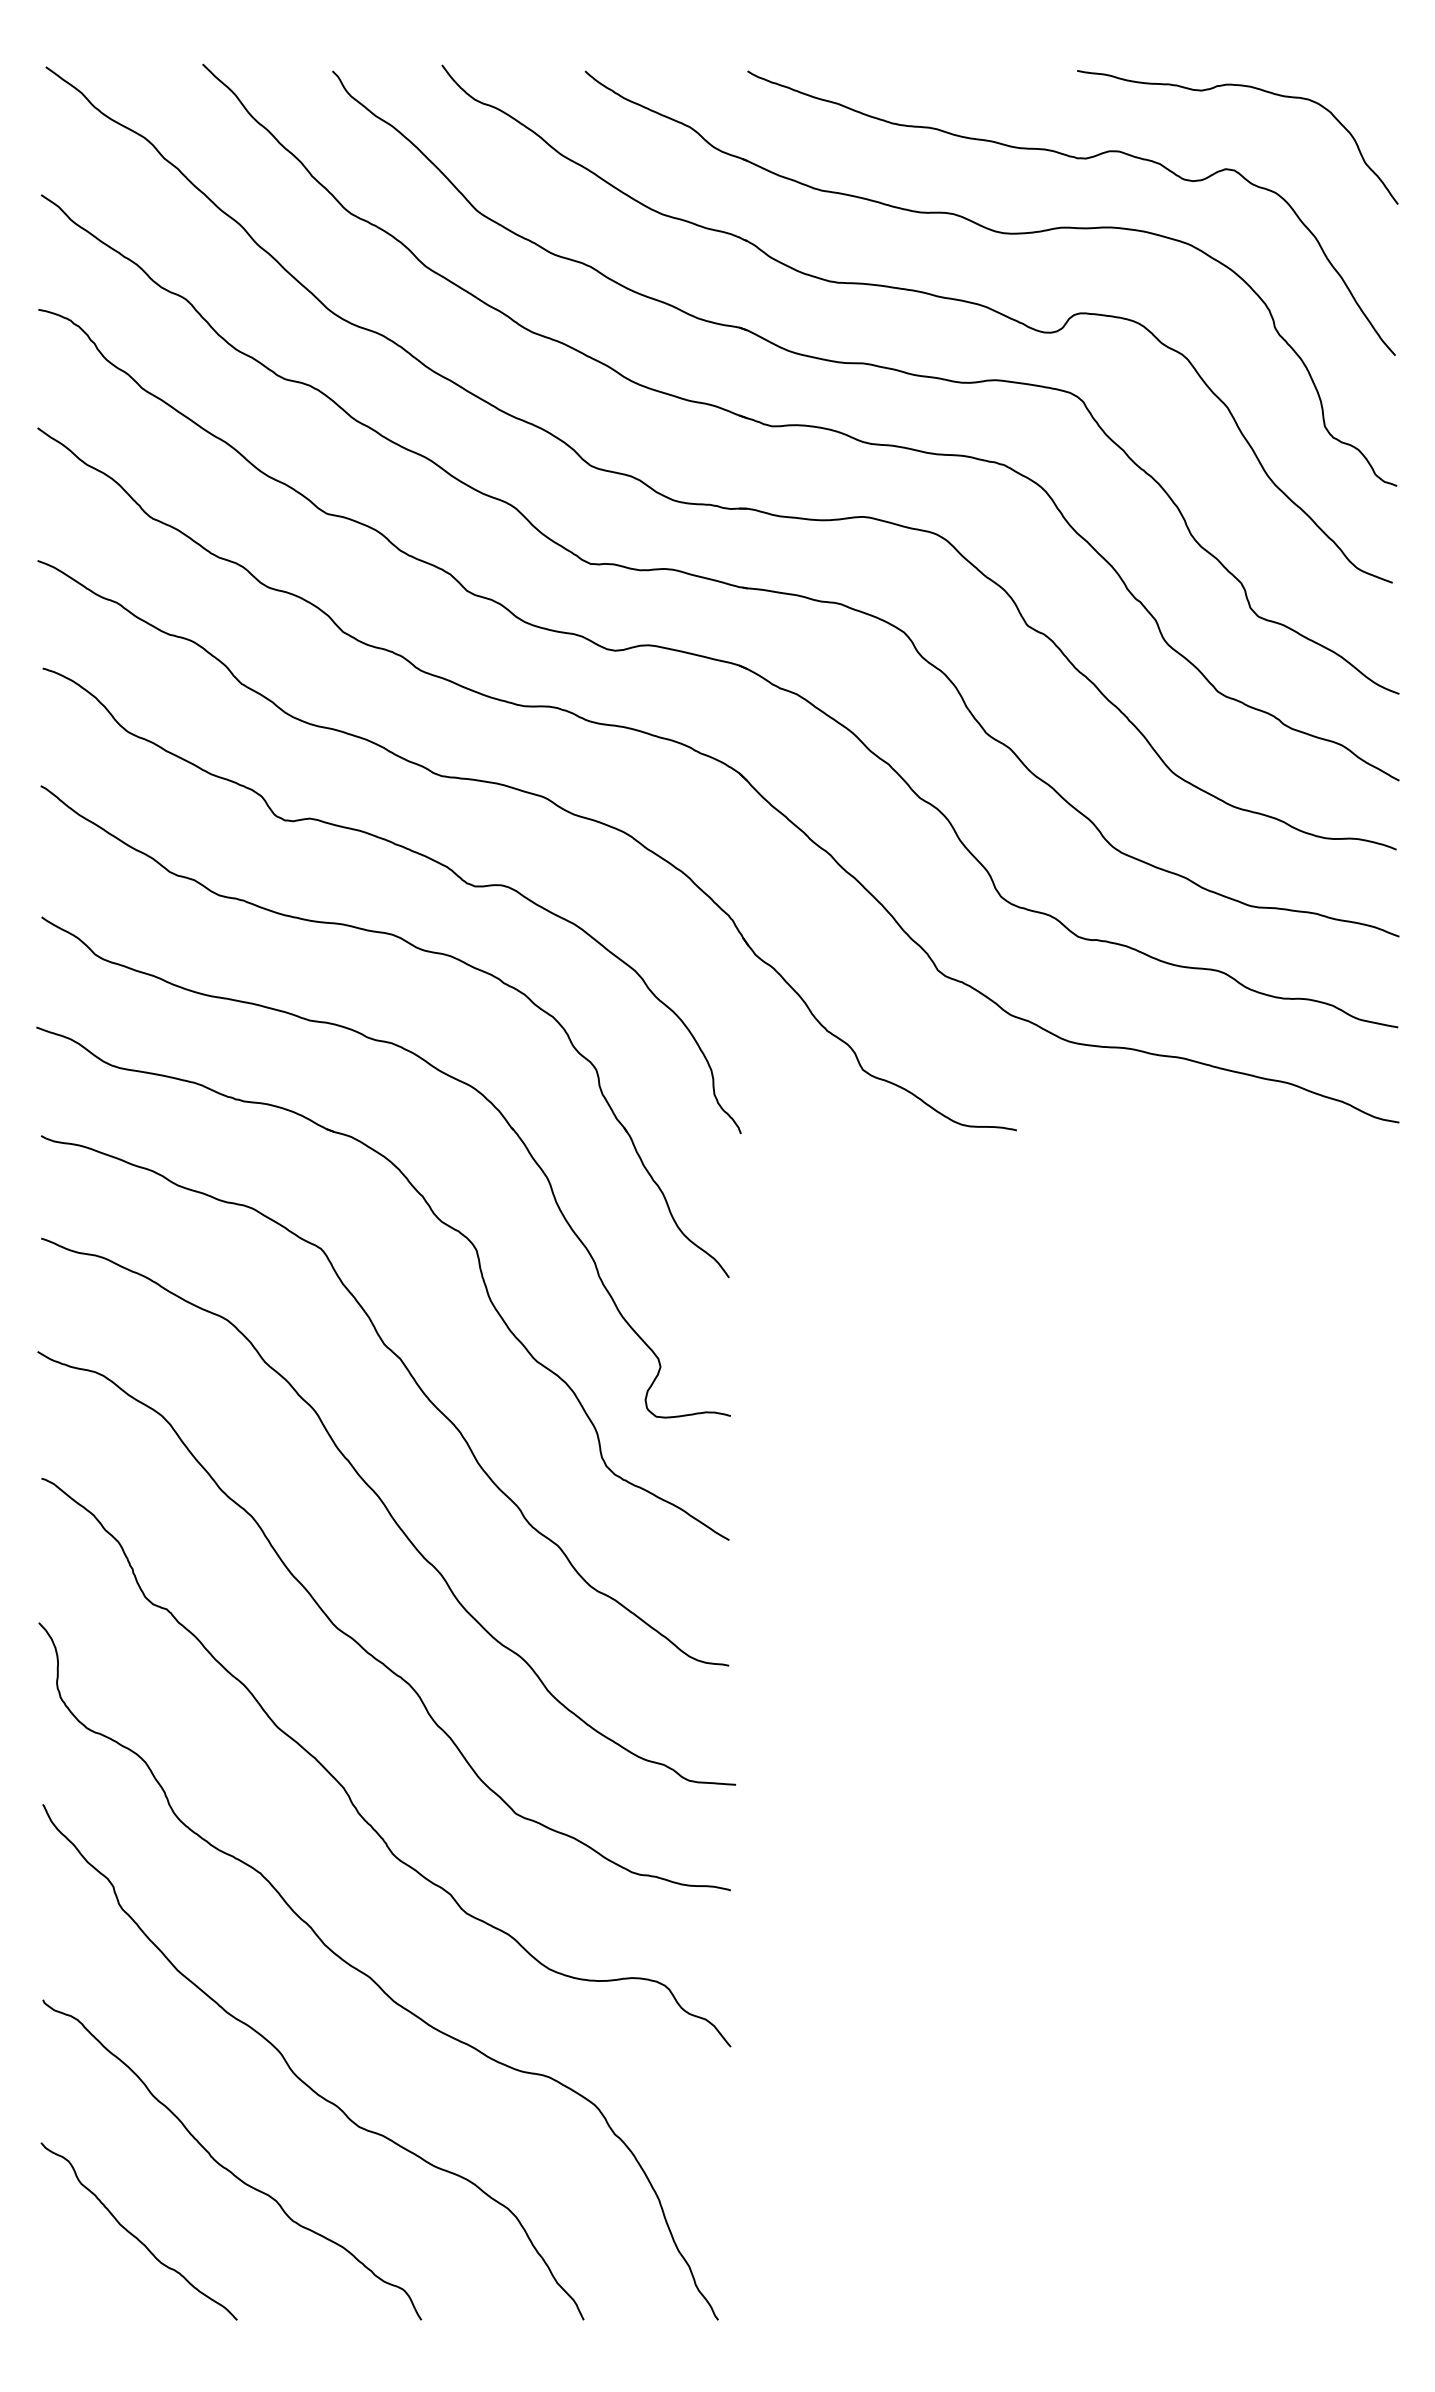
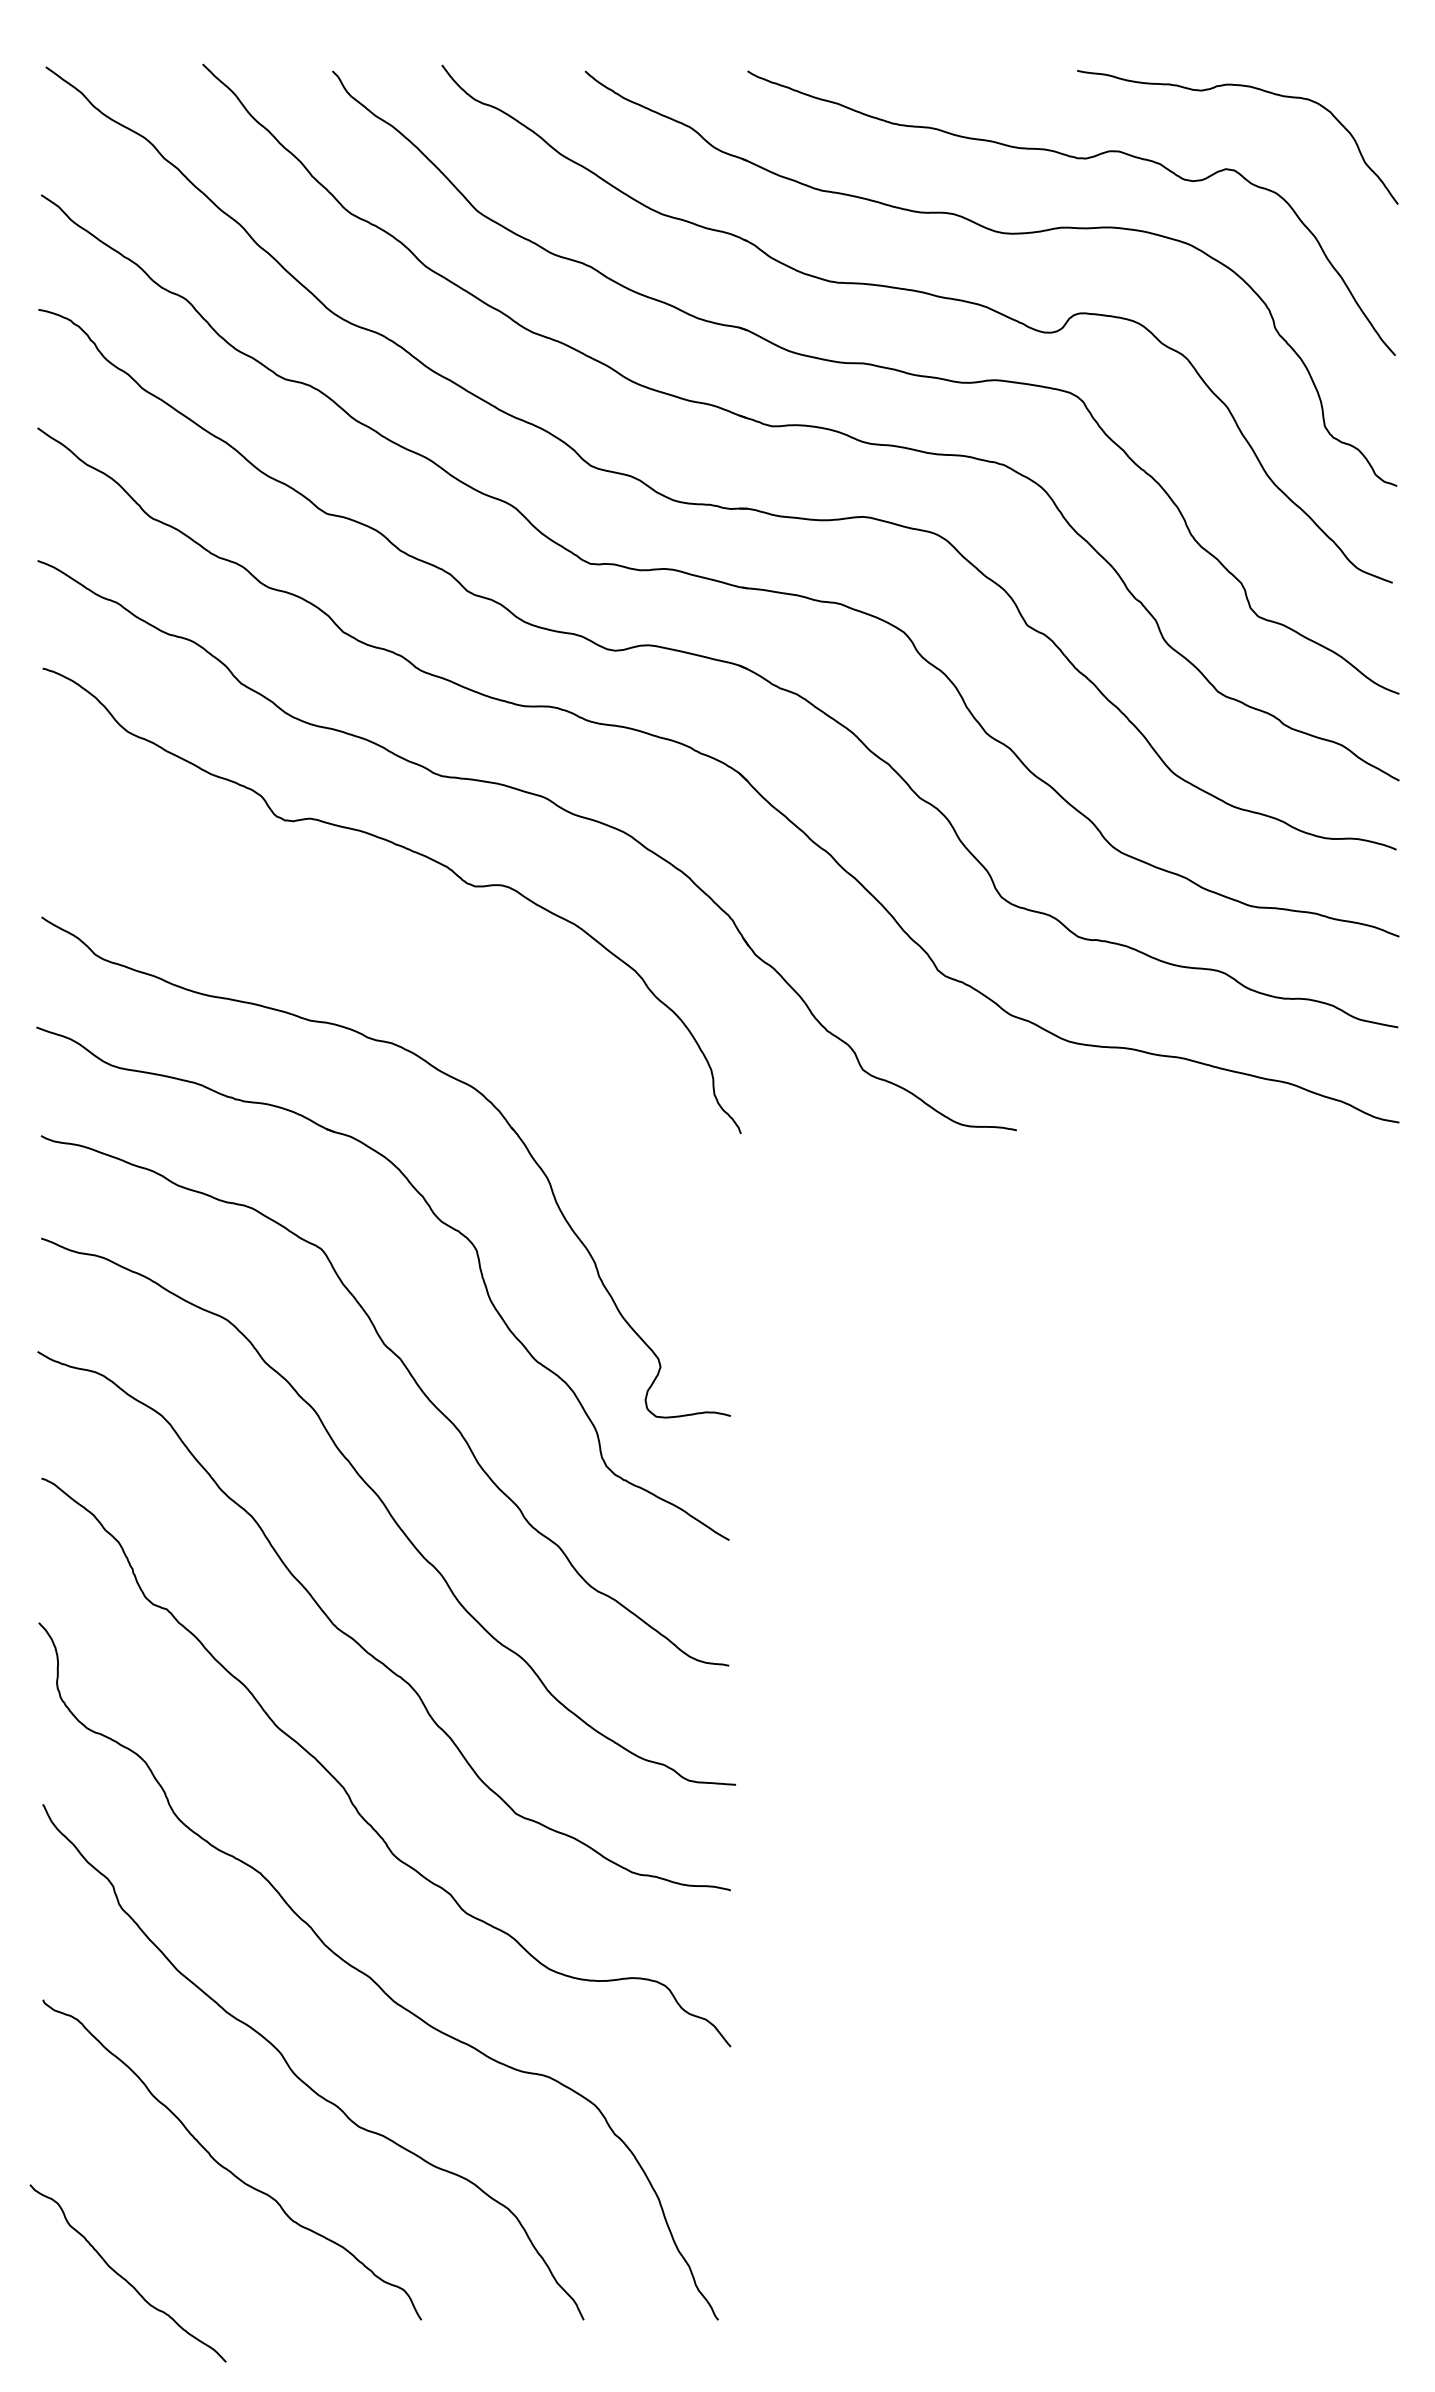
part at (420, 950): present -> none
curve at (136, 2236) position: (136, 2236) -> (125, 2278)
